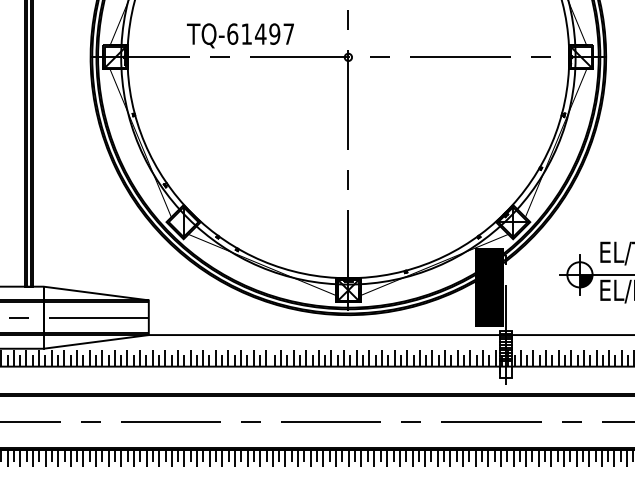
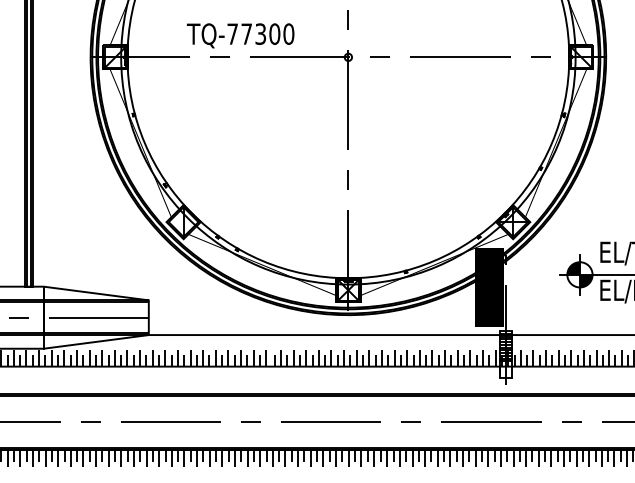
text at (260, 33): TQ-61497 -> TQ-77300
fill at (573, 268): none -> present
